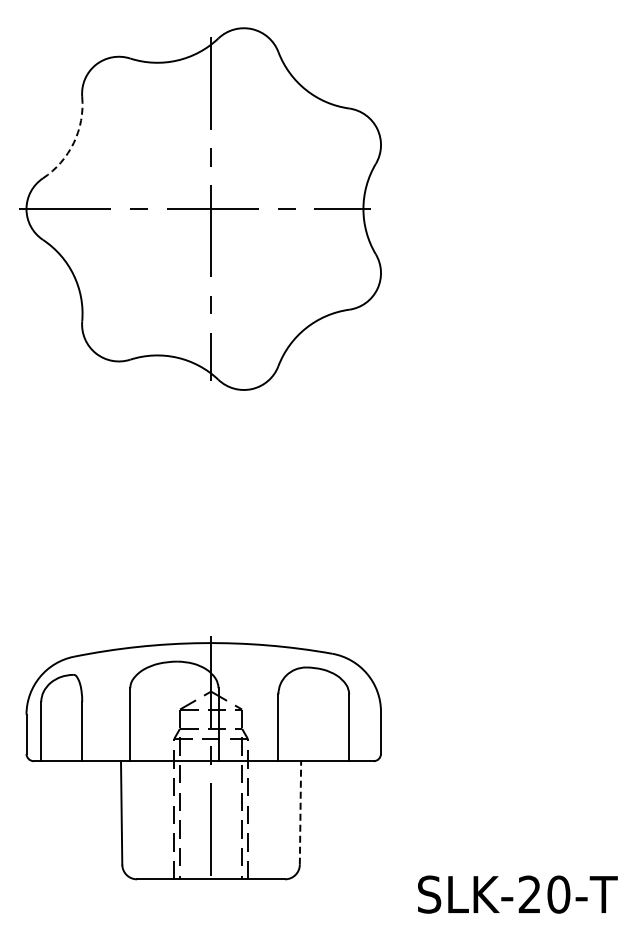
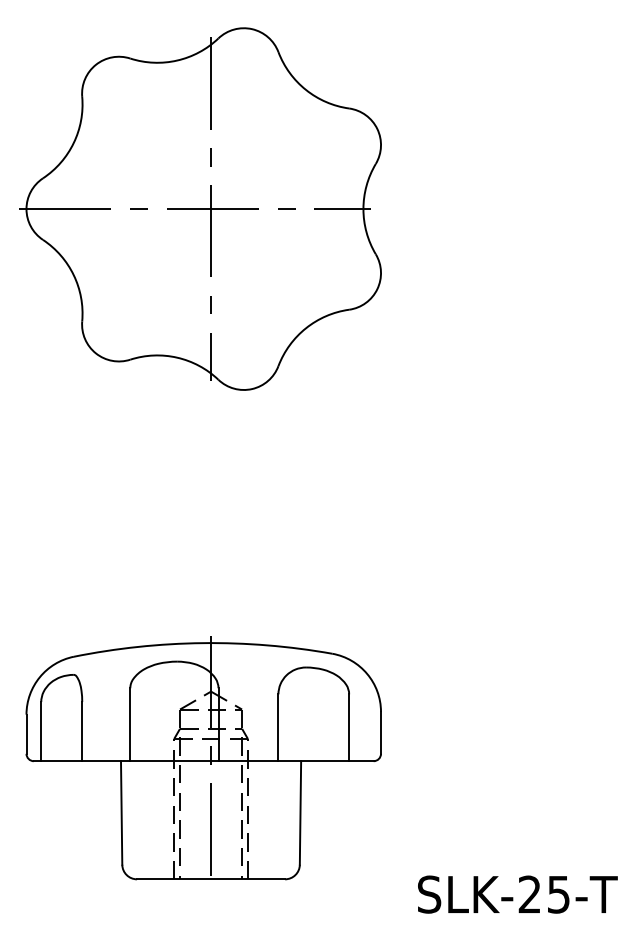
arc at (73, 143): dashed -> solid
line at (300, 812): dashed -> solid
text at (558, 894): SLK-20-T -> SLK-25-T
